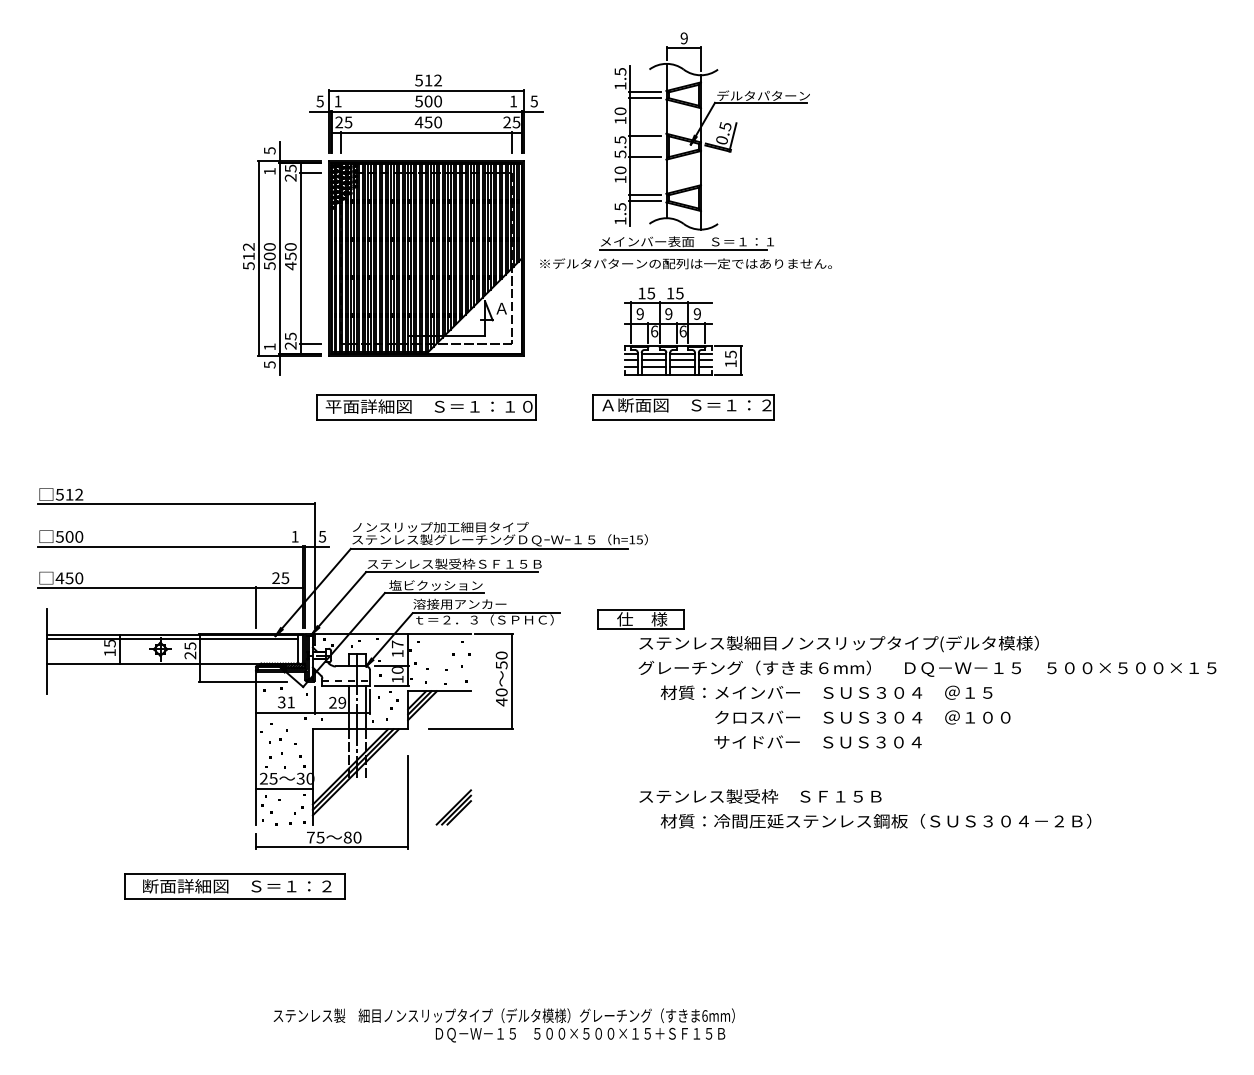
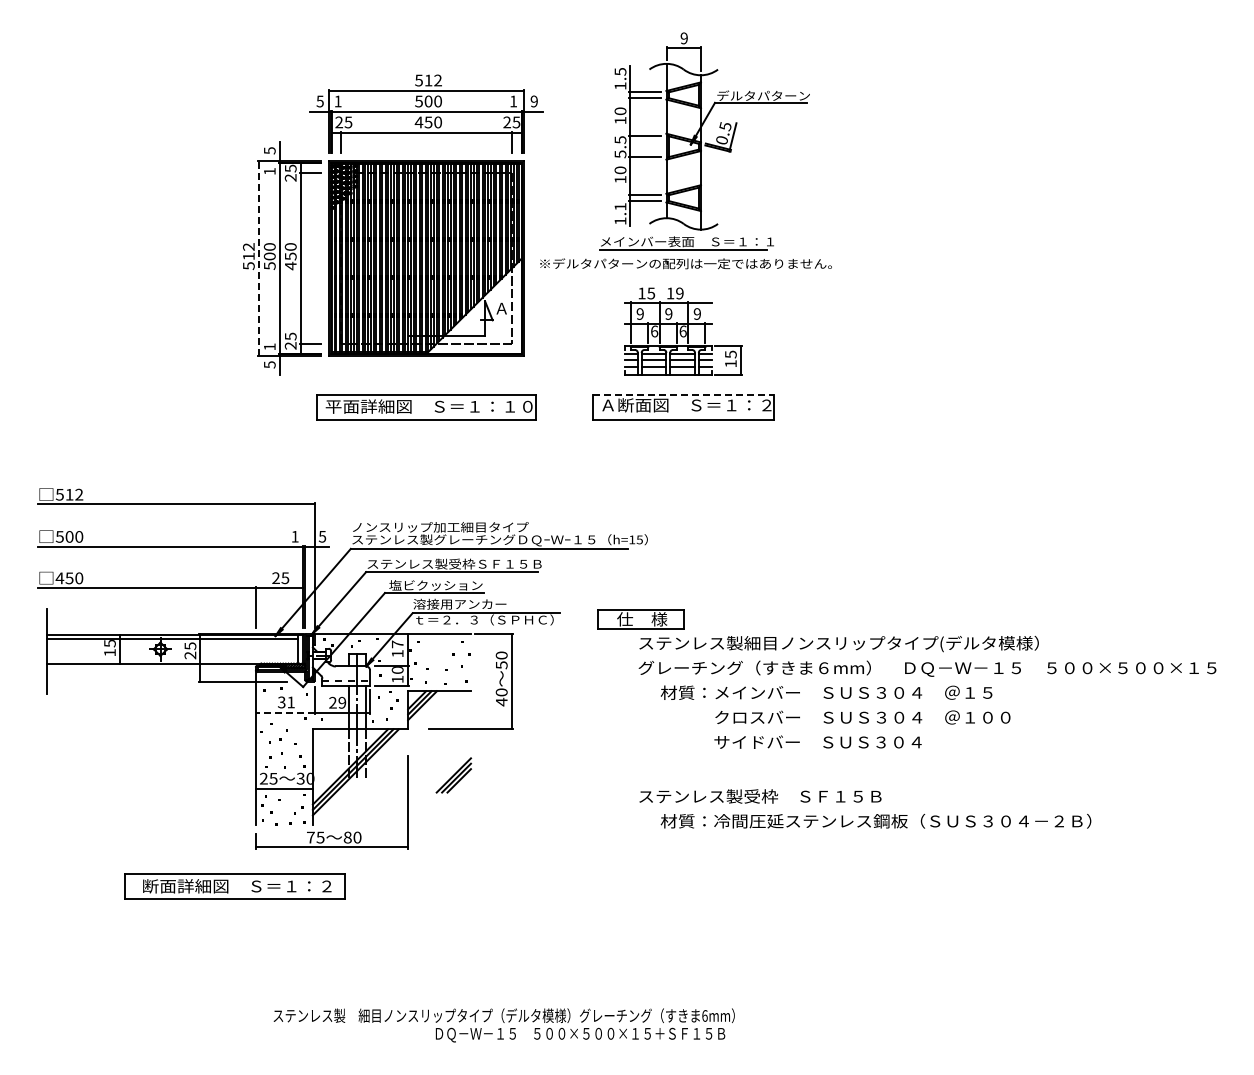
text at (533, 101): 5 -> 9
text at (620, 206): 1.5 -> 1.1
line at (259, 258): solid -> dashed
text at (679, 293): 15 -> 19
line at (684, 394): solid -> dashed
line at (285, 712): solid -> dashed
part at (453, 807) position: (453, 807) -> (453, 775)
